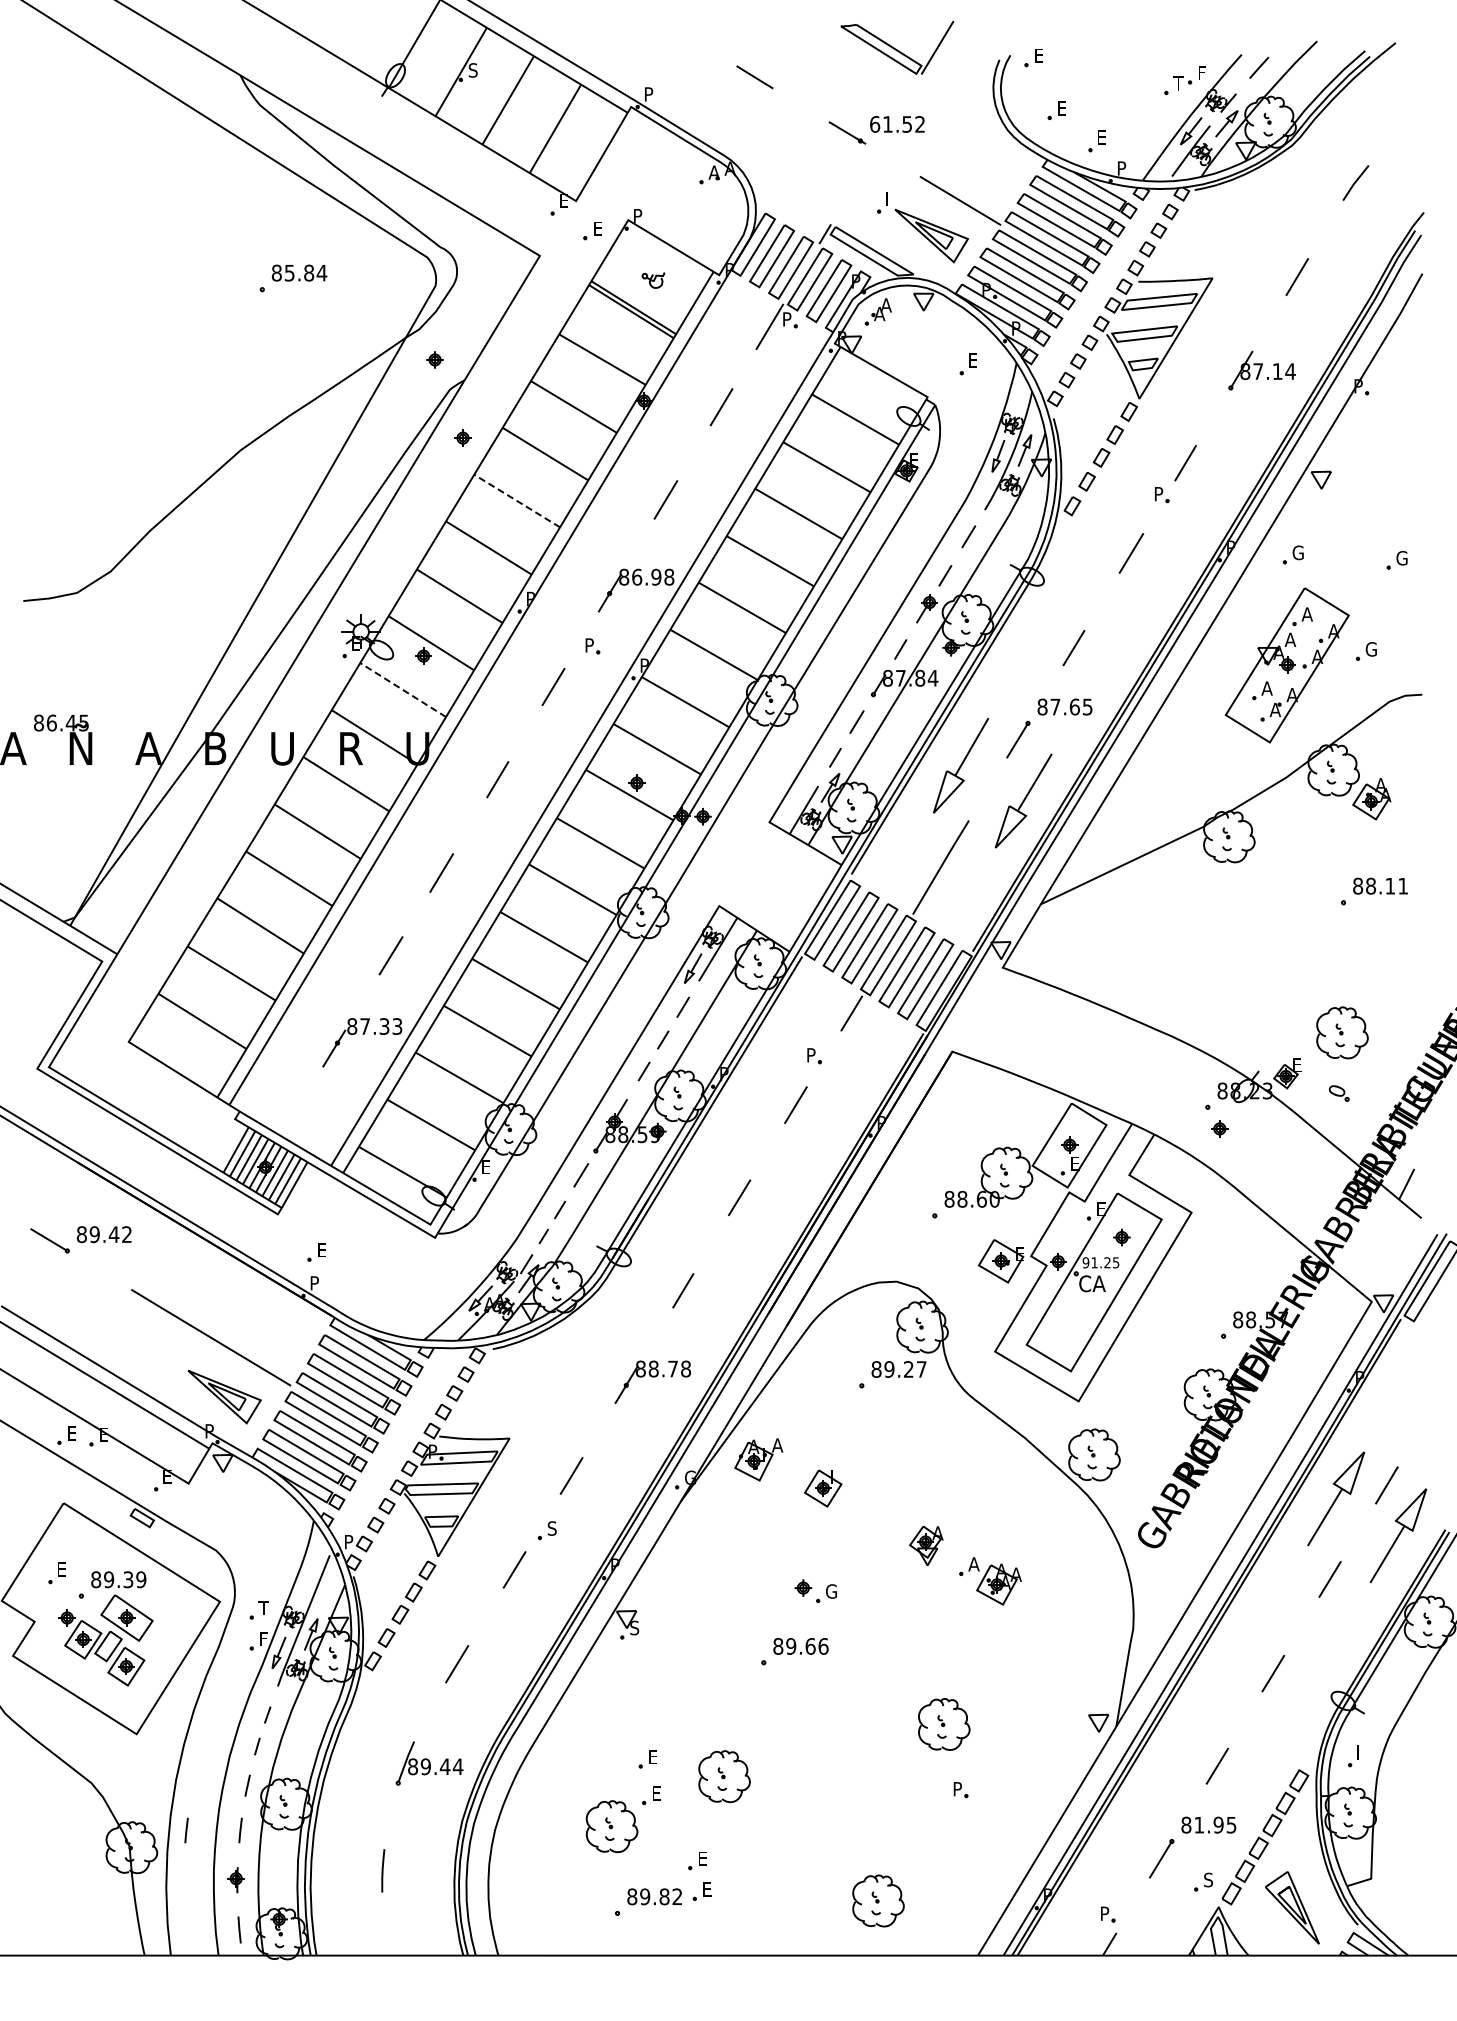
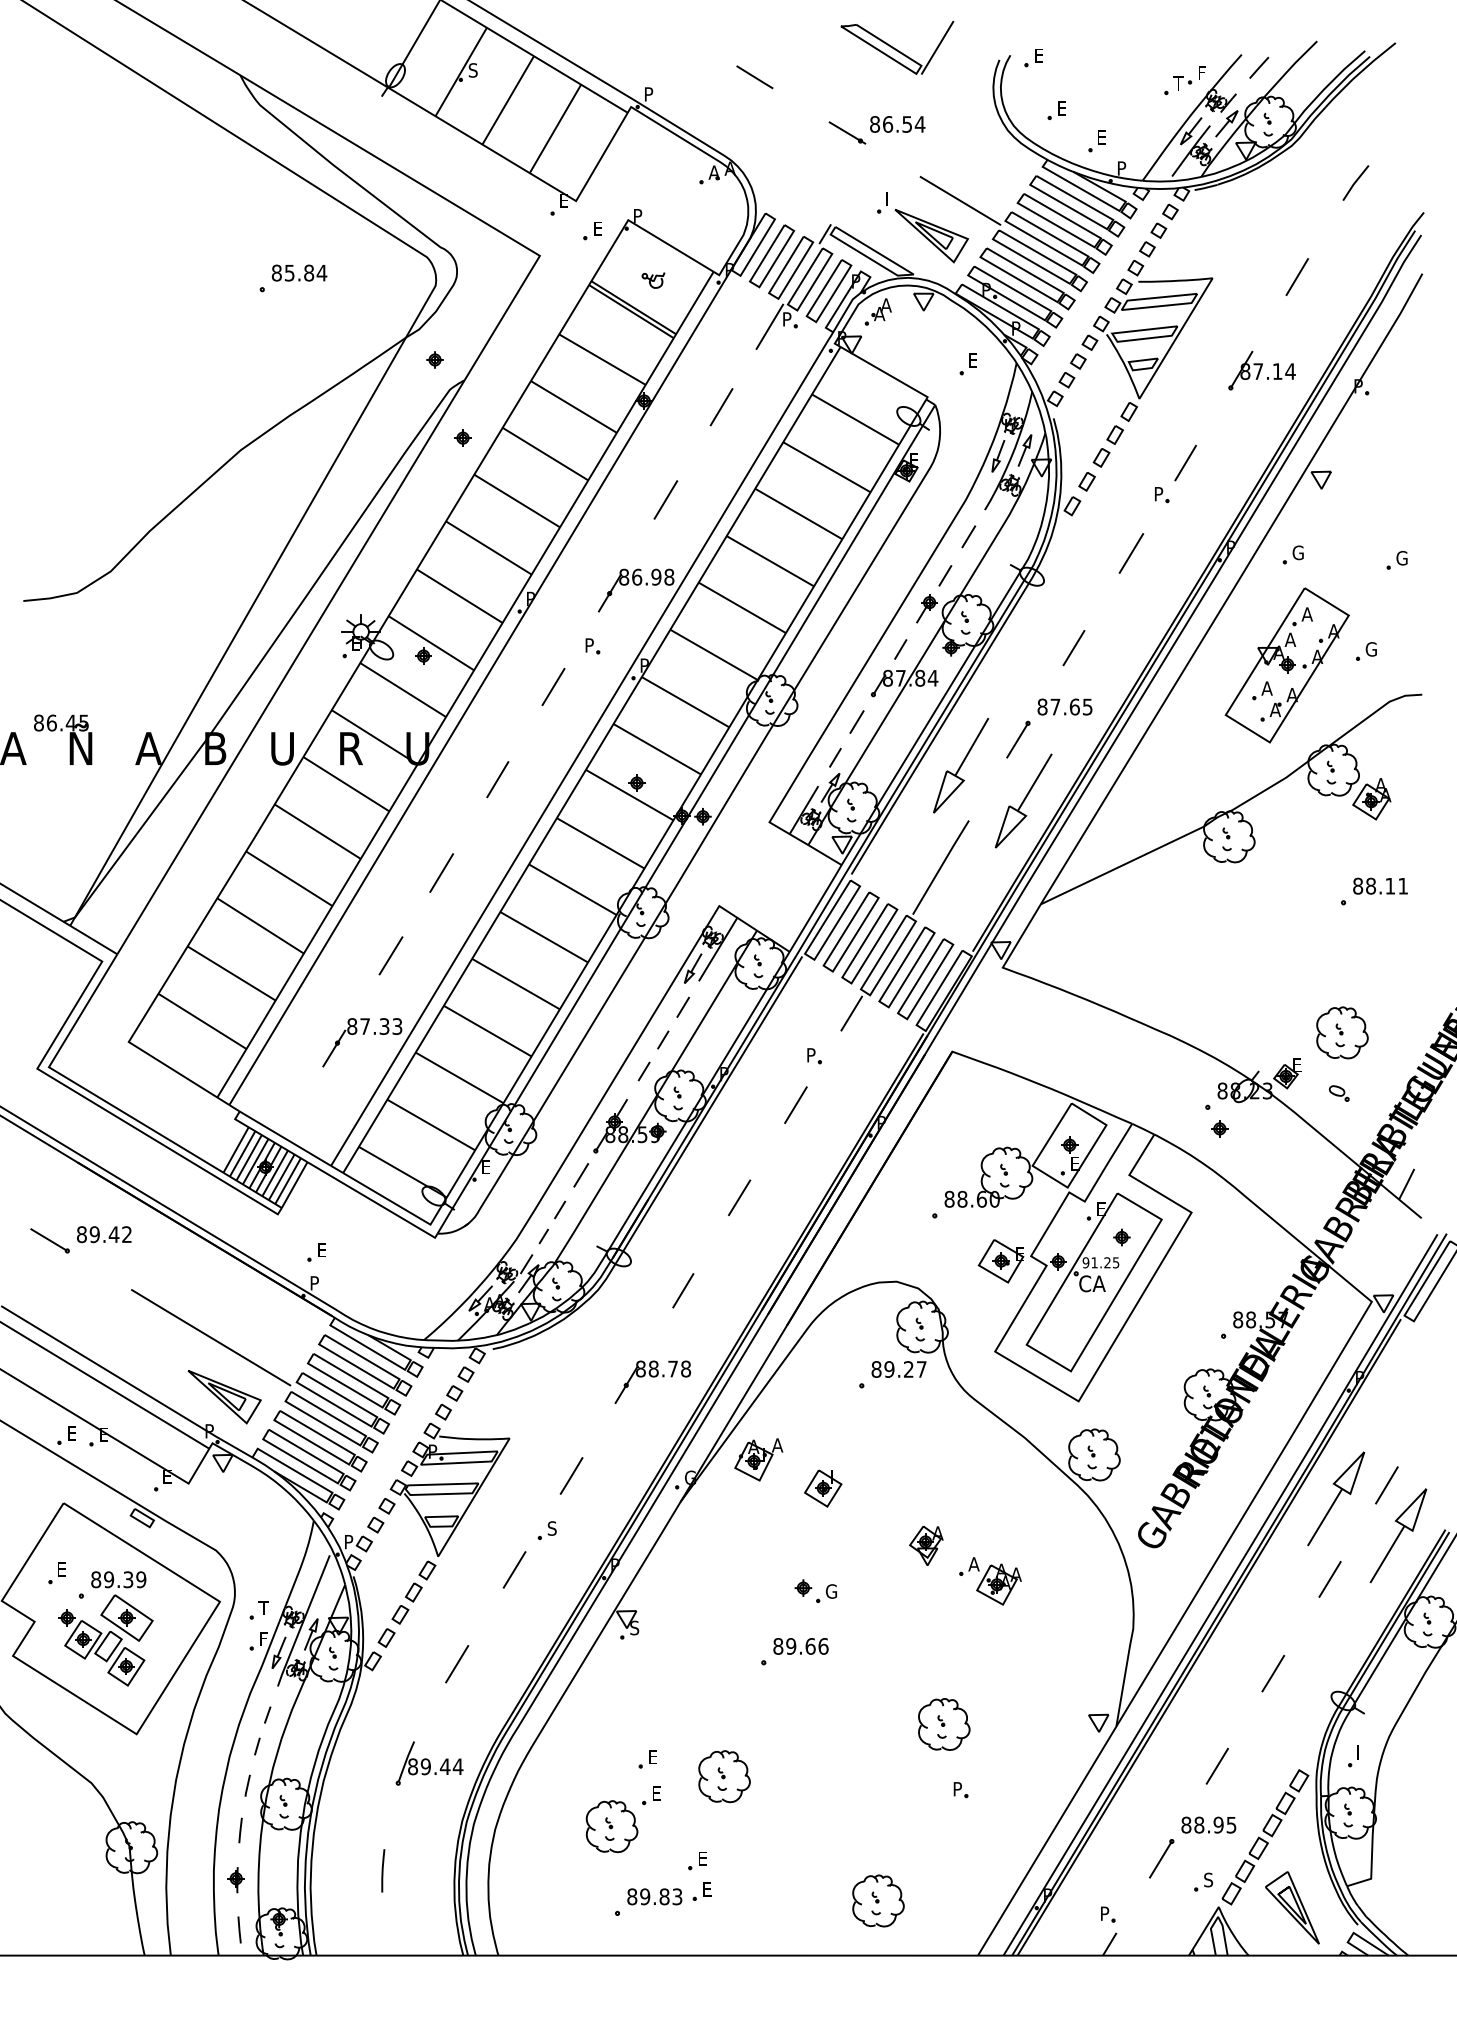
text at (897, 124): 61.52 -> 86.54
line at (516, 500): dashed -> solid
line at (403, 690): dashed -> solid
text at (1199, 1824): 81.95 -> 88.95
line at (186, 1830): present -> none
text at (677, 1896): 89.82 -> 89.83
